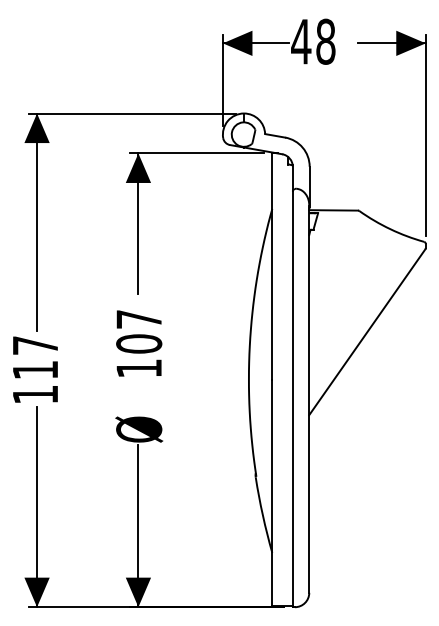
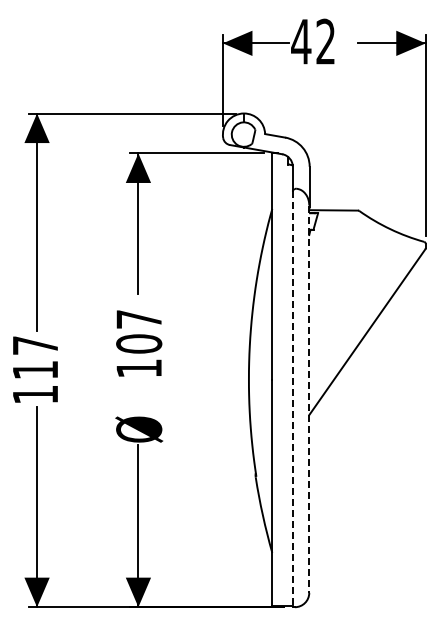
text at (325, 41): 48 -> 42
line at (292, 399): solid -> dashed
line at (309, 399): solid -> dashed
